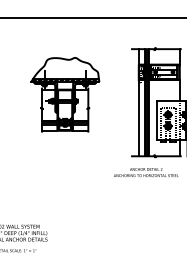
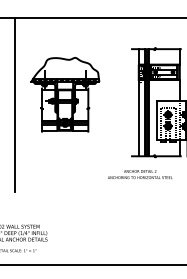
line at (14, 105): none -> present
text at (146, 172) position: (146, 172) -> (140, 174)
line at (92, 264): none -> present
